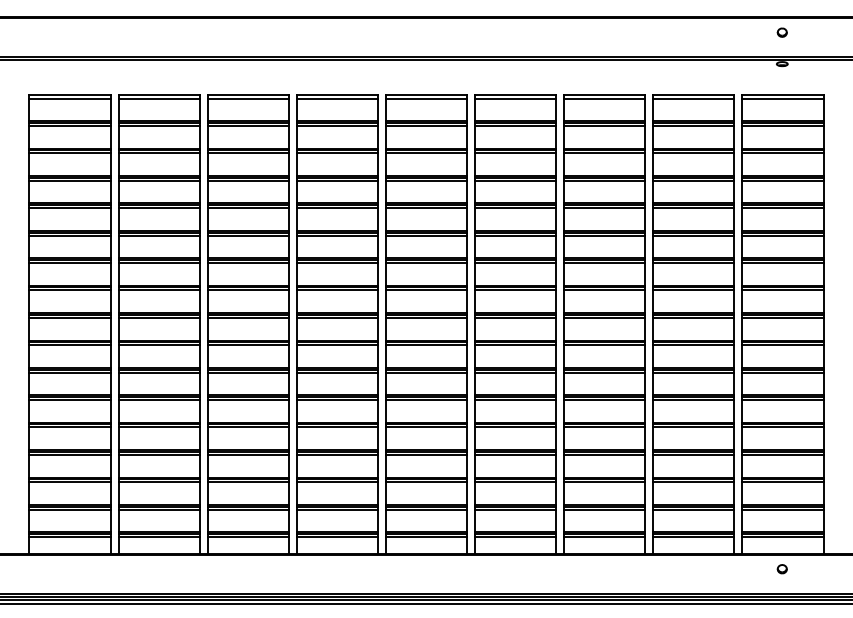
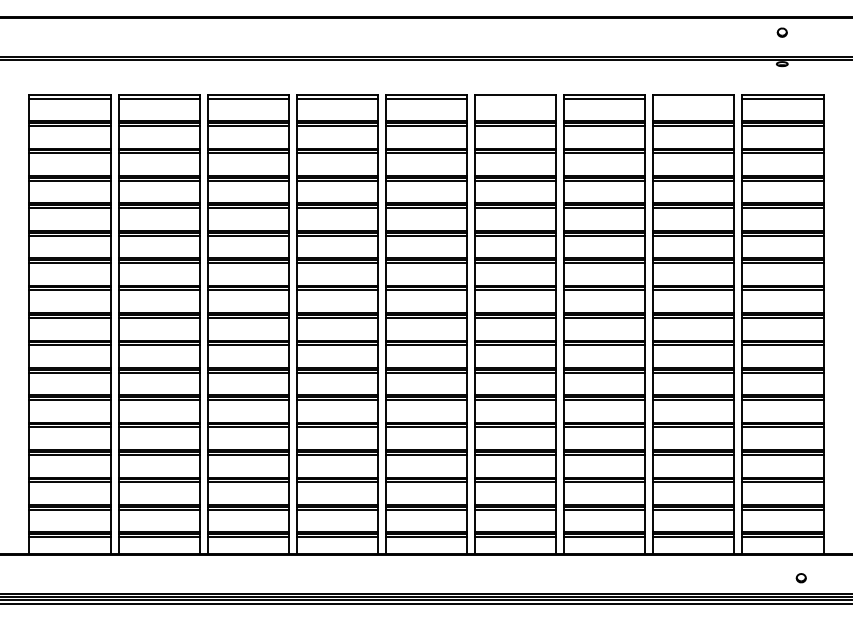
line at (515, 98): present -> none
line at (693, 98): present -> none
part at (781, 569) position: (781, 569) -> (800, 578)
